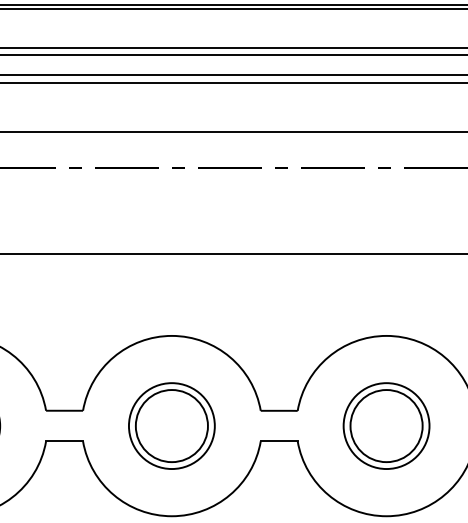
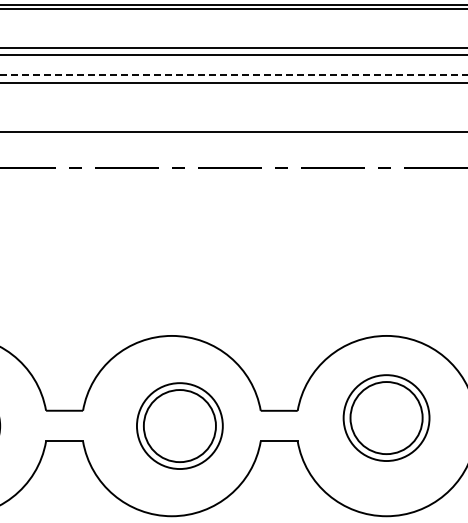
line at (233, 75): solid -> dashed
line at (233, 254): present -> none
part at (171, 425) position: (171, 425) -> (179, 425)
part at (386, 425) position: (386, 425) -> (386, 417)
